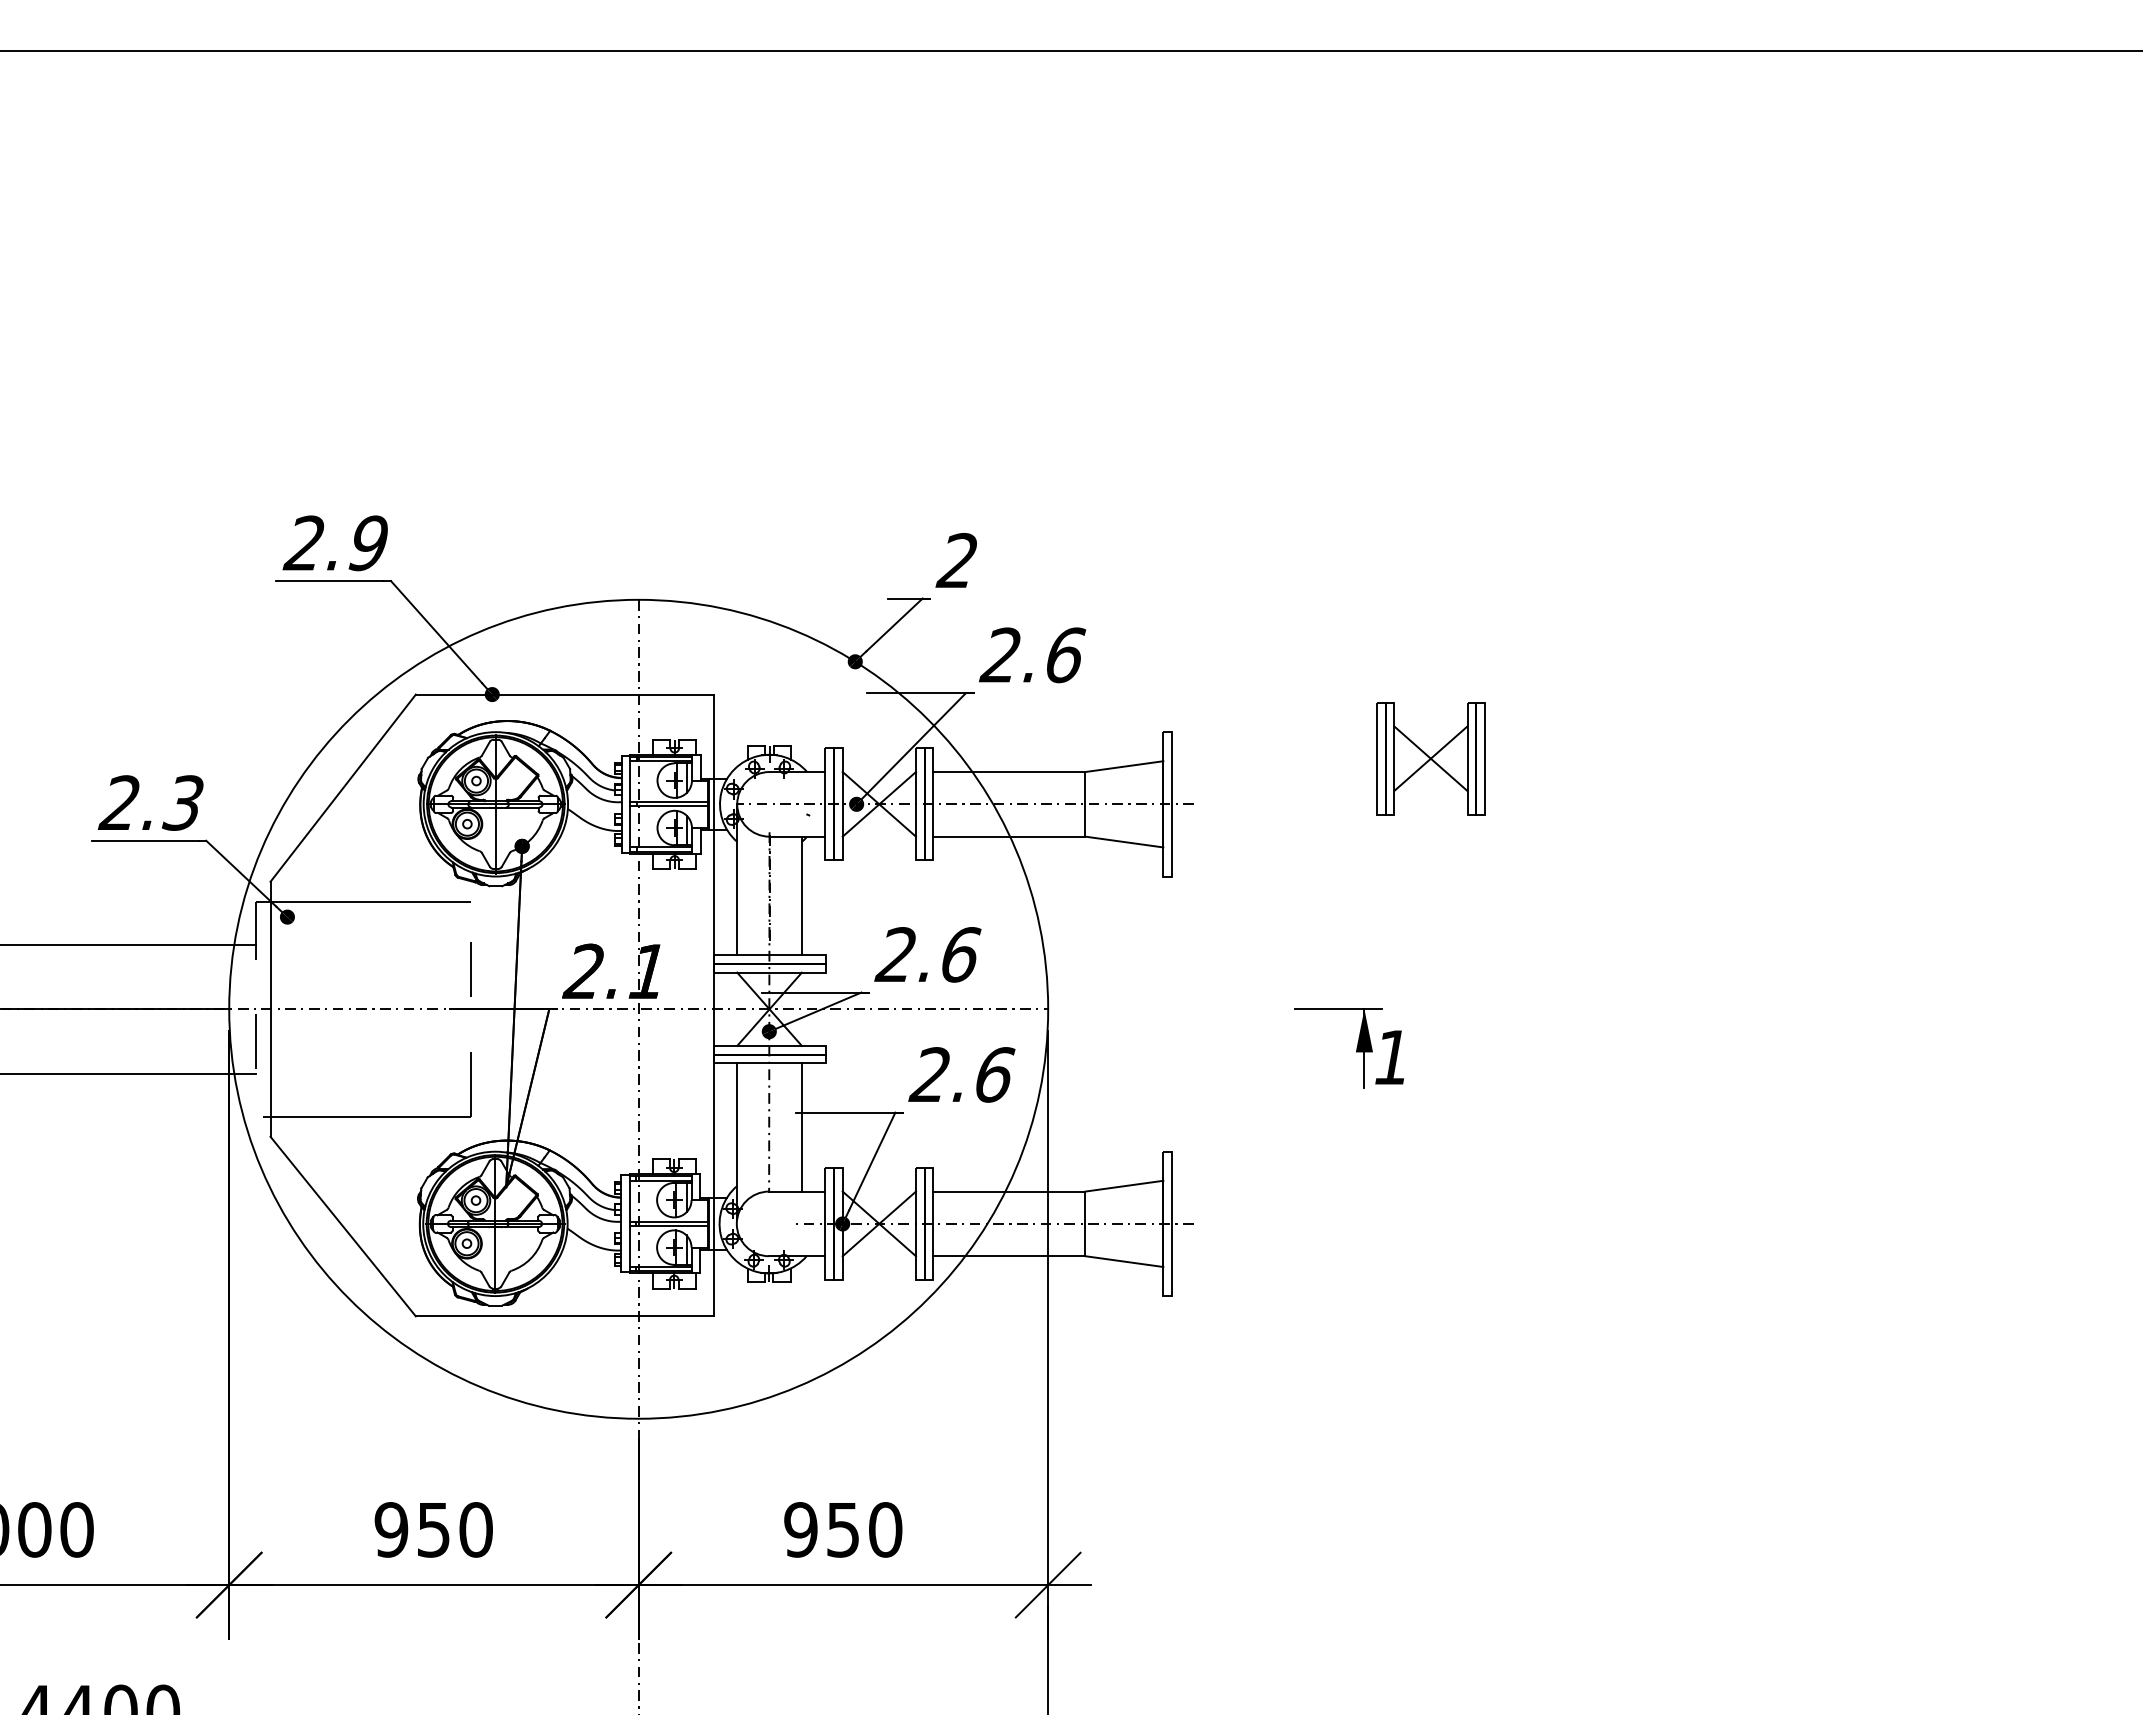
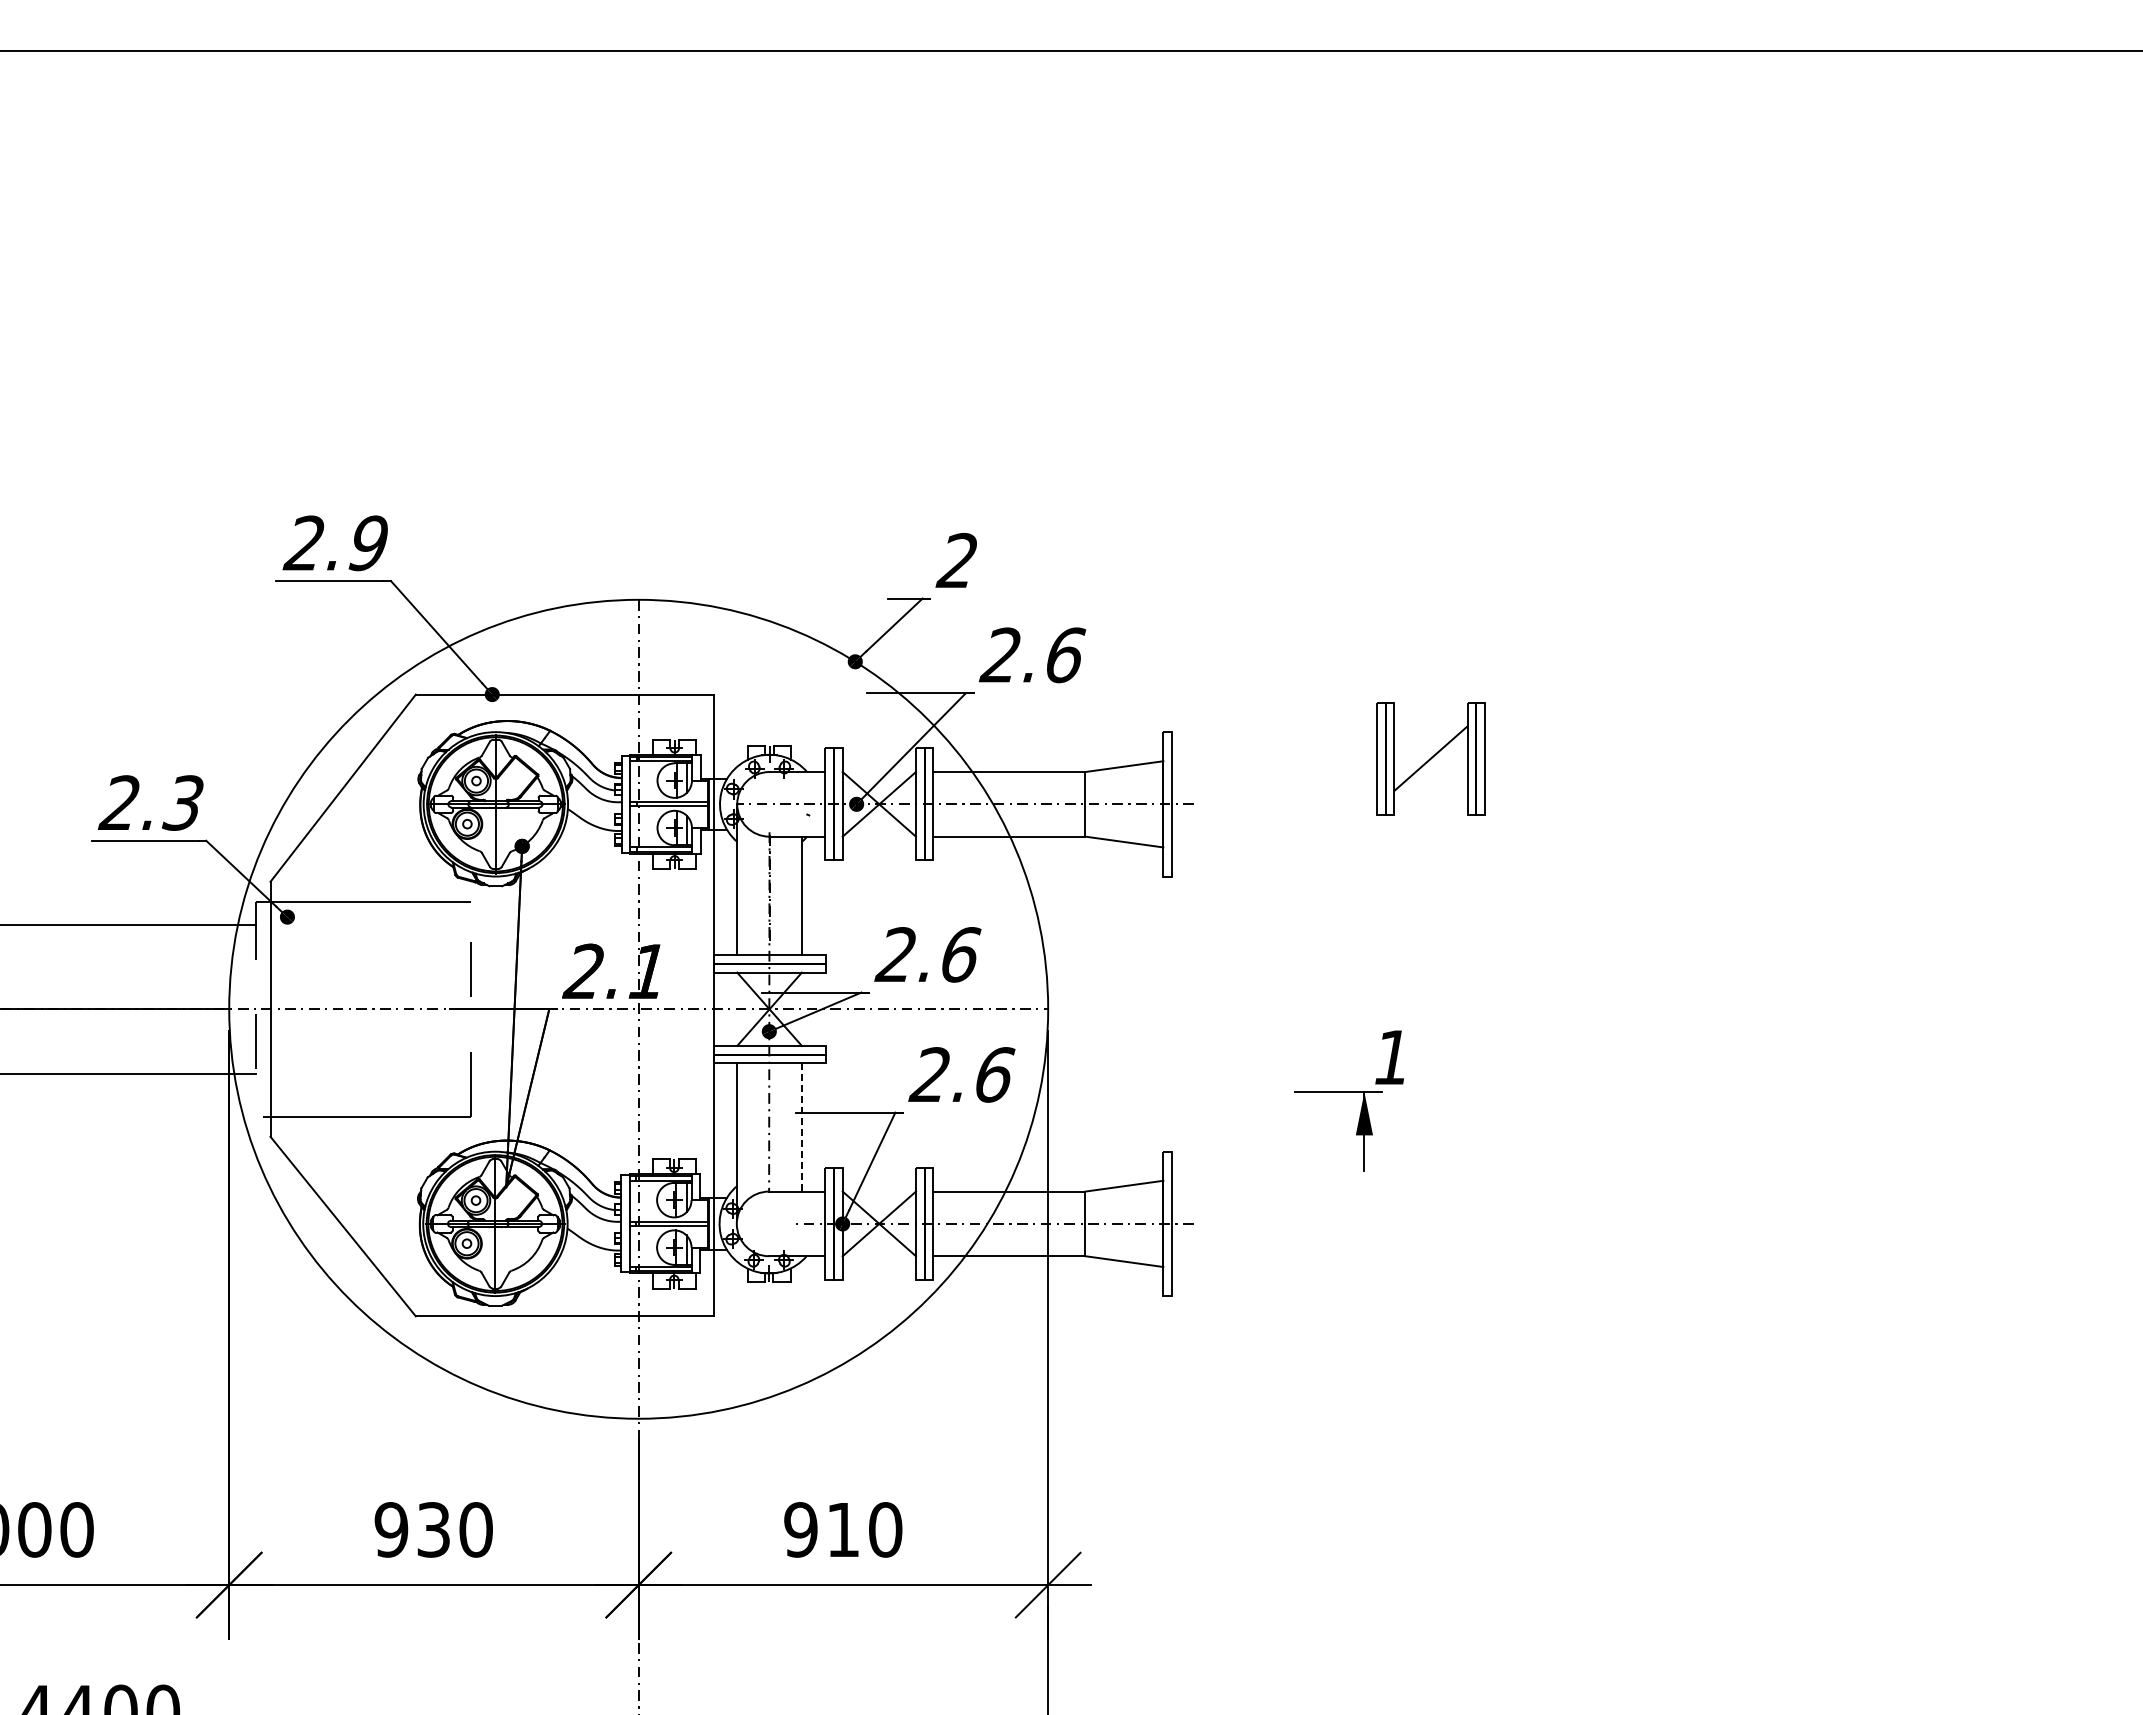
line at (1430, 758): present -> none
line at (128, 944) position: (128, 944) -> (128, 924)
part at (1356, 1048) position: (1356, 1048) -> (1356, 1131)
line at (801, 1127): solid -> dashed
text at (433, 1529): 950 -> 930
text at (842, 1530): 950 -> 910
